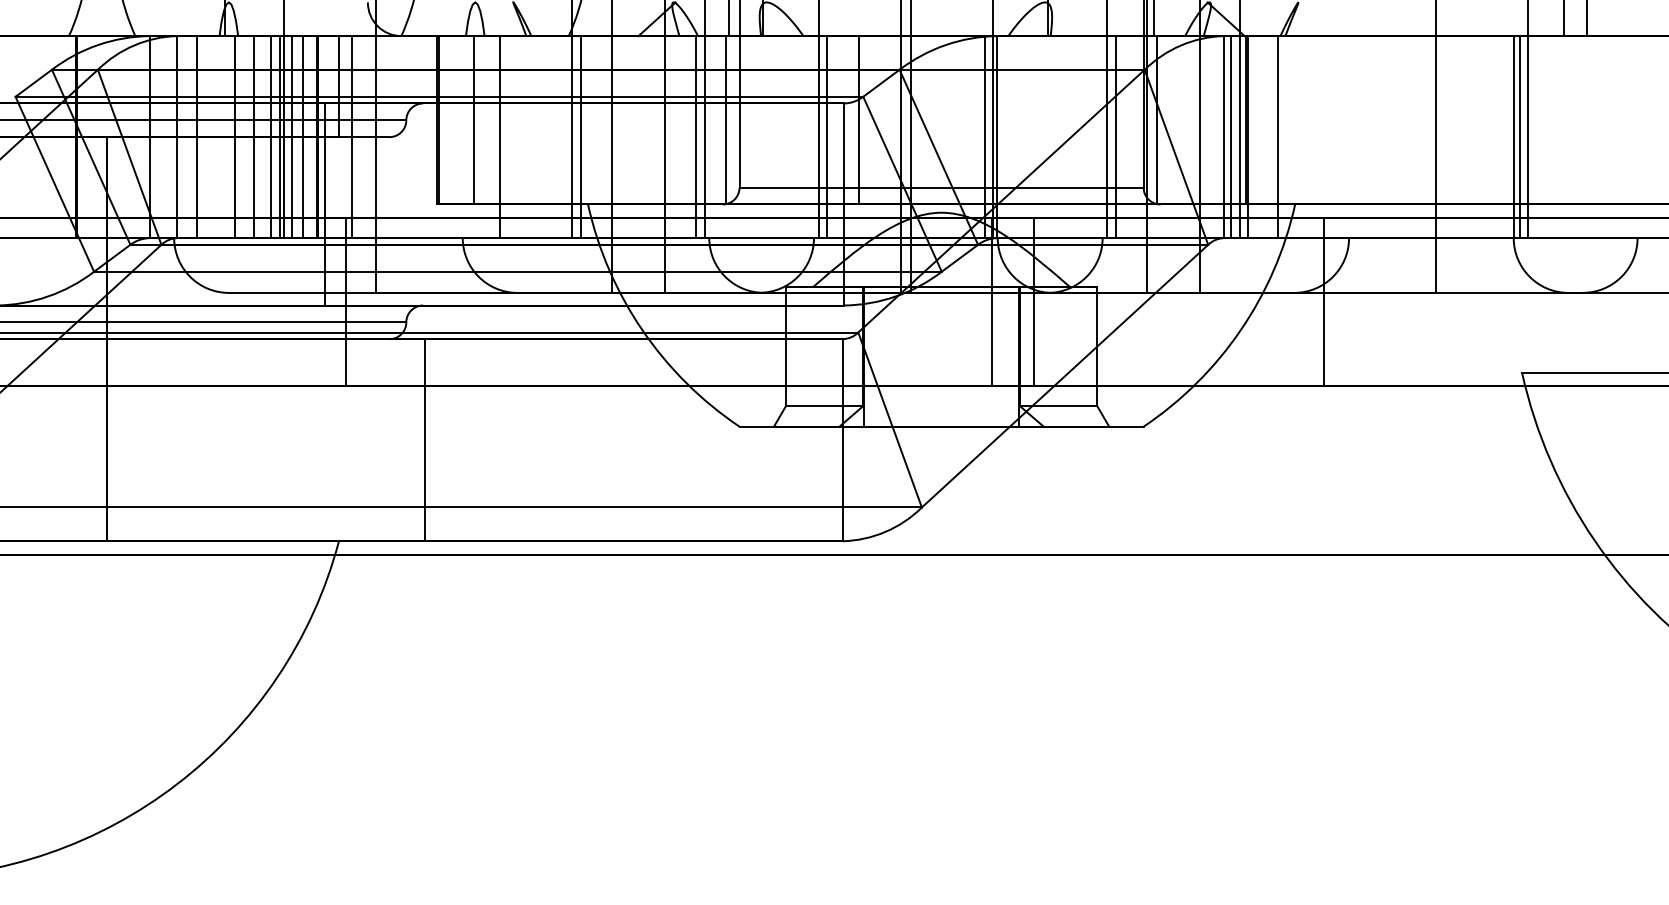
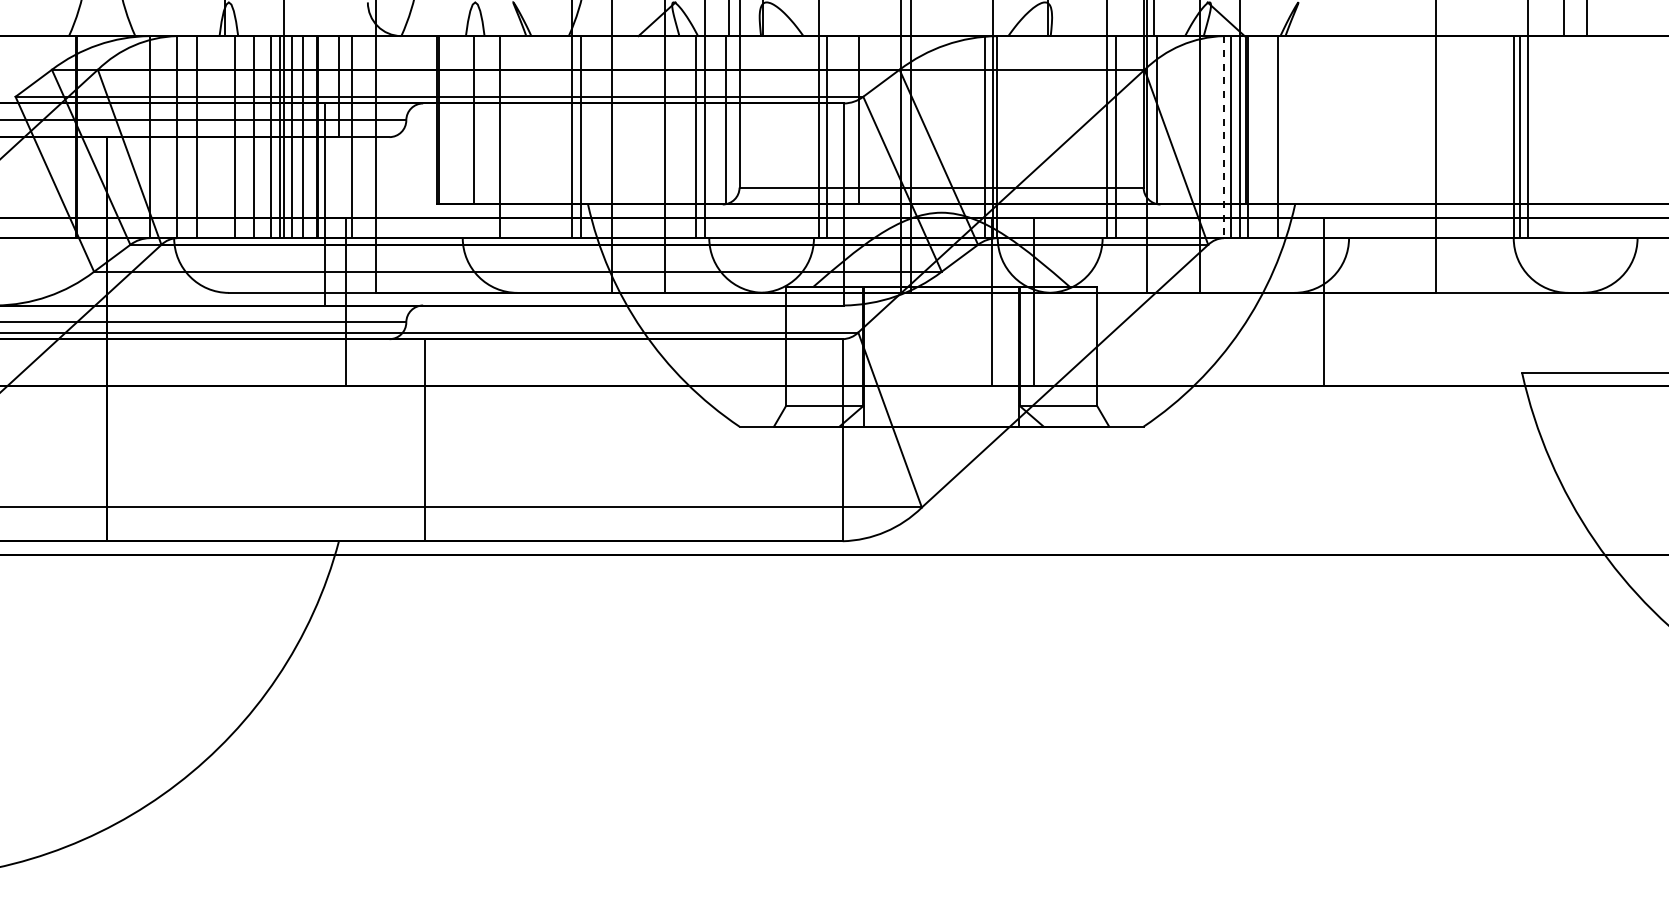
line at (1223, 137): solid -> dashed
